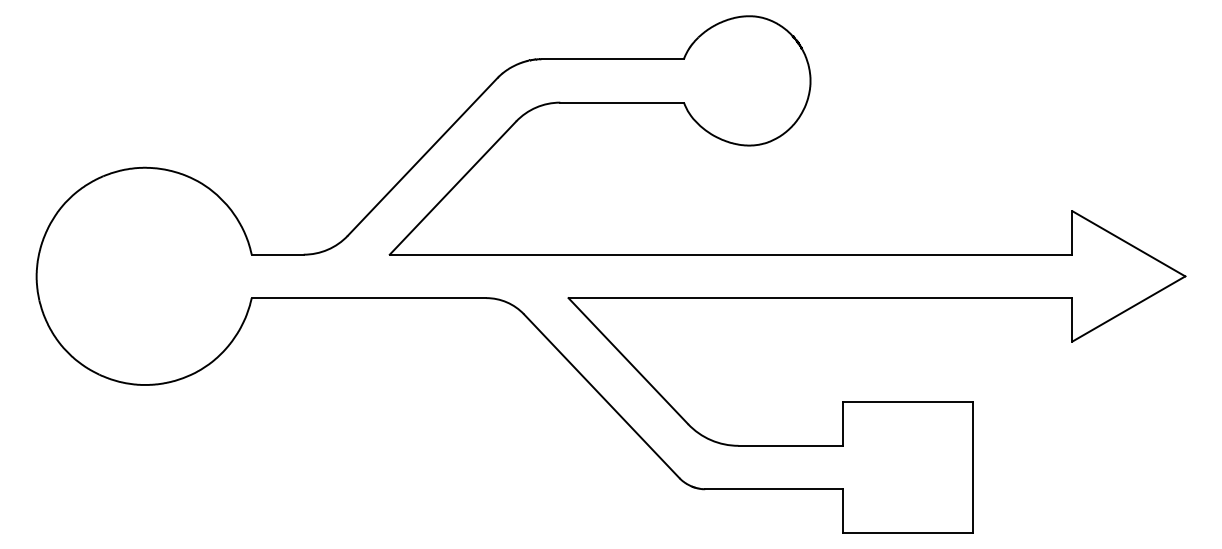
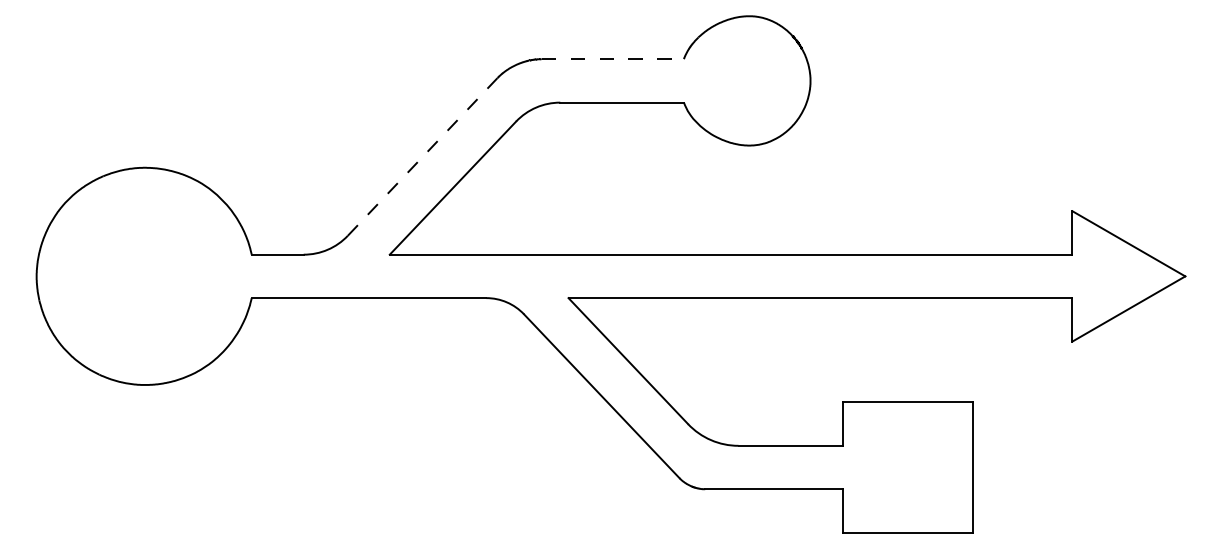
line at (613, 59): solid -> dashed
line at (422, 156): solid -> dashed
